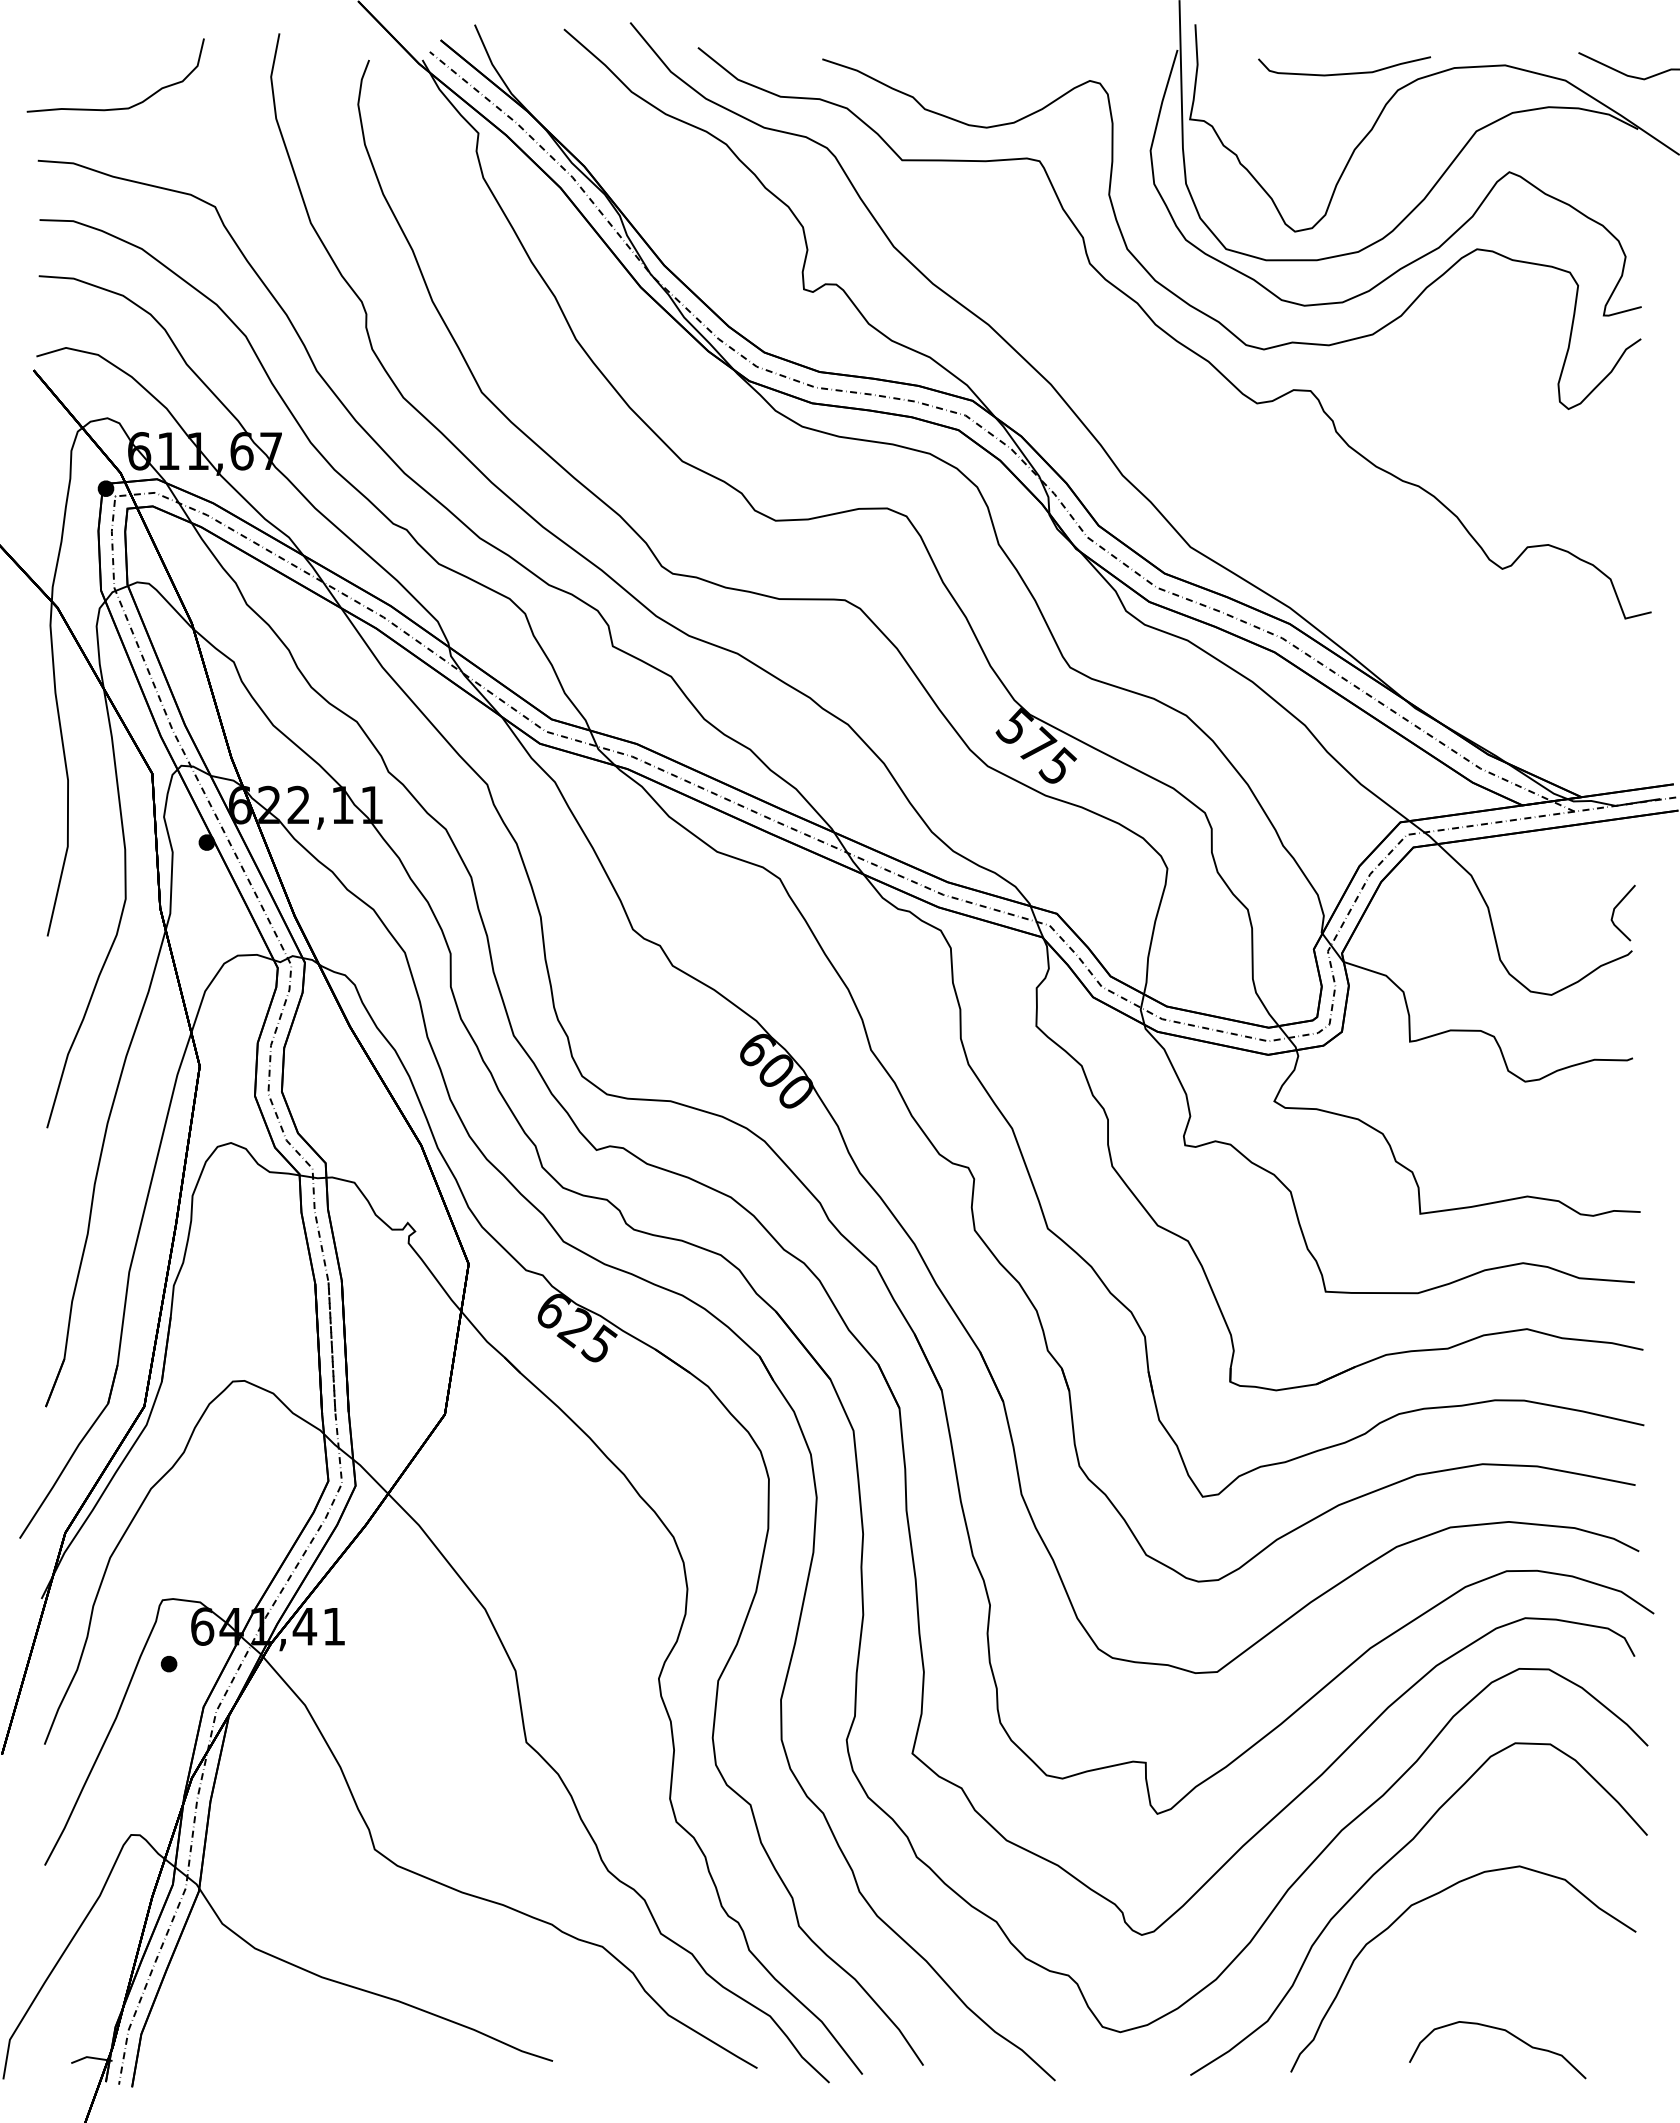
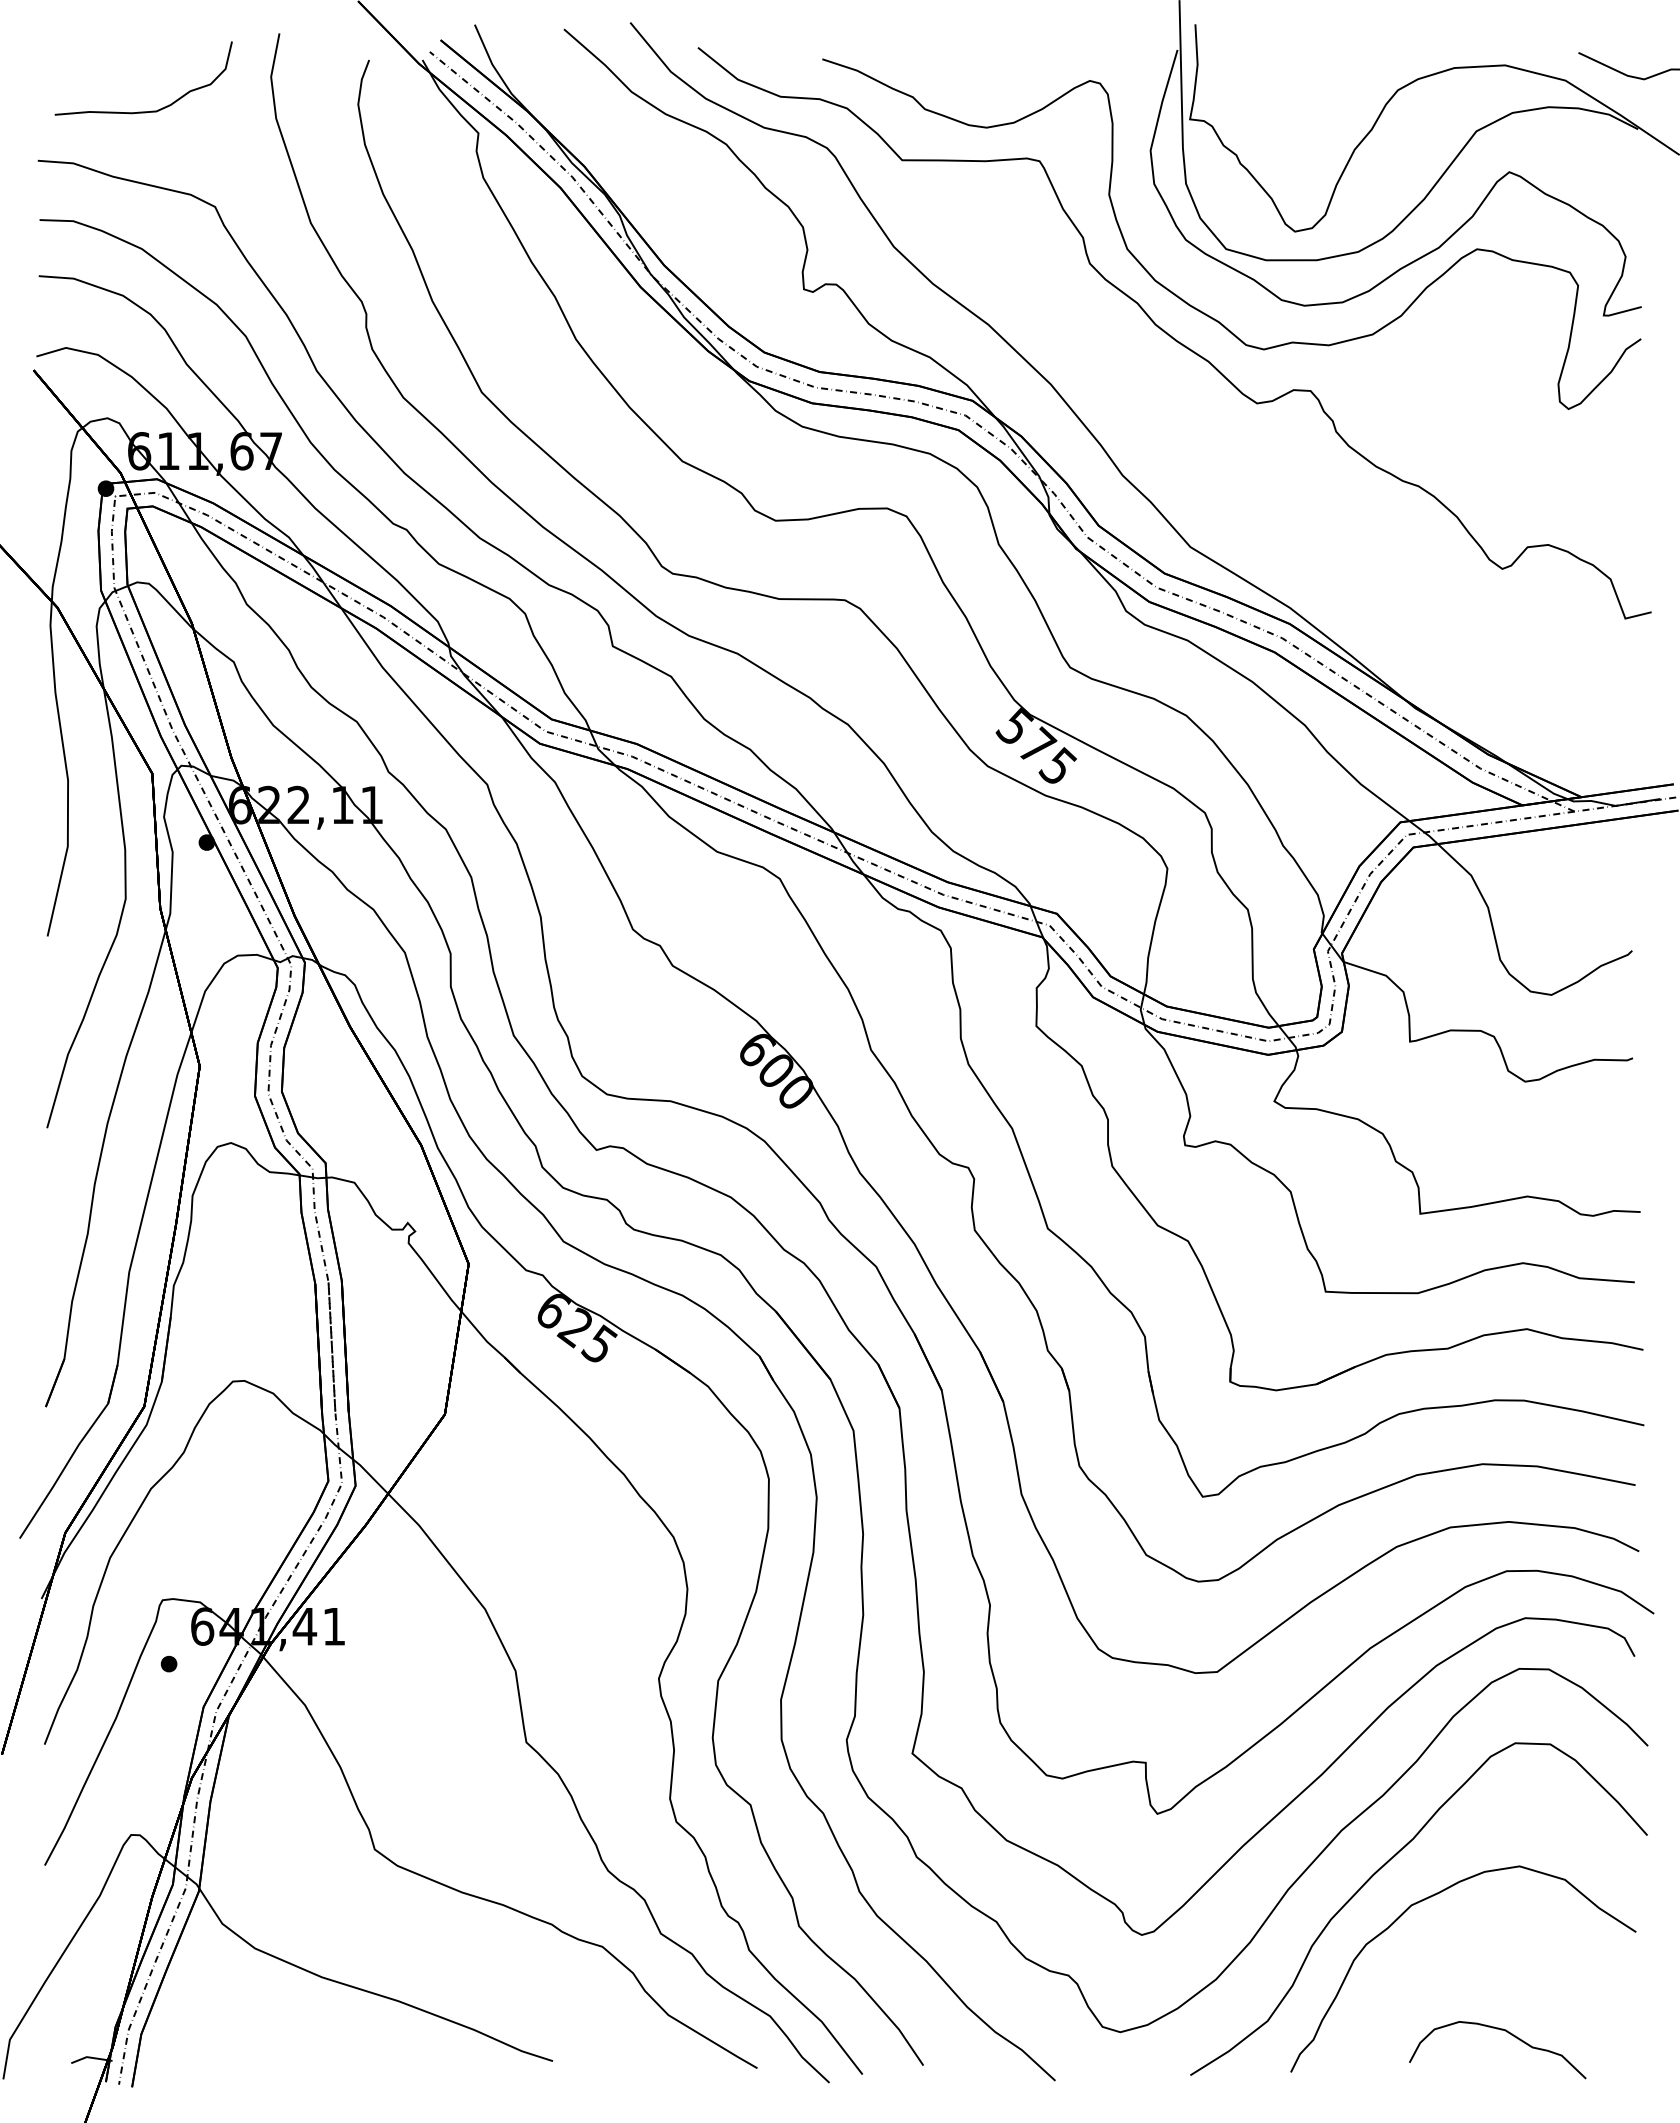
curve at (1344, 73): present -> none
curve at (123, 107) position: (123, 107) -> (151, 110)
line at (1615, 909): present -> none
